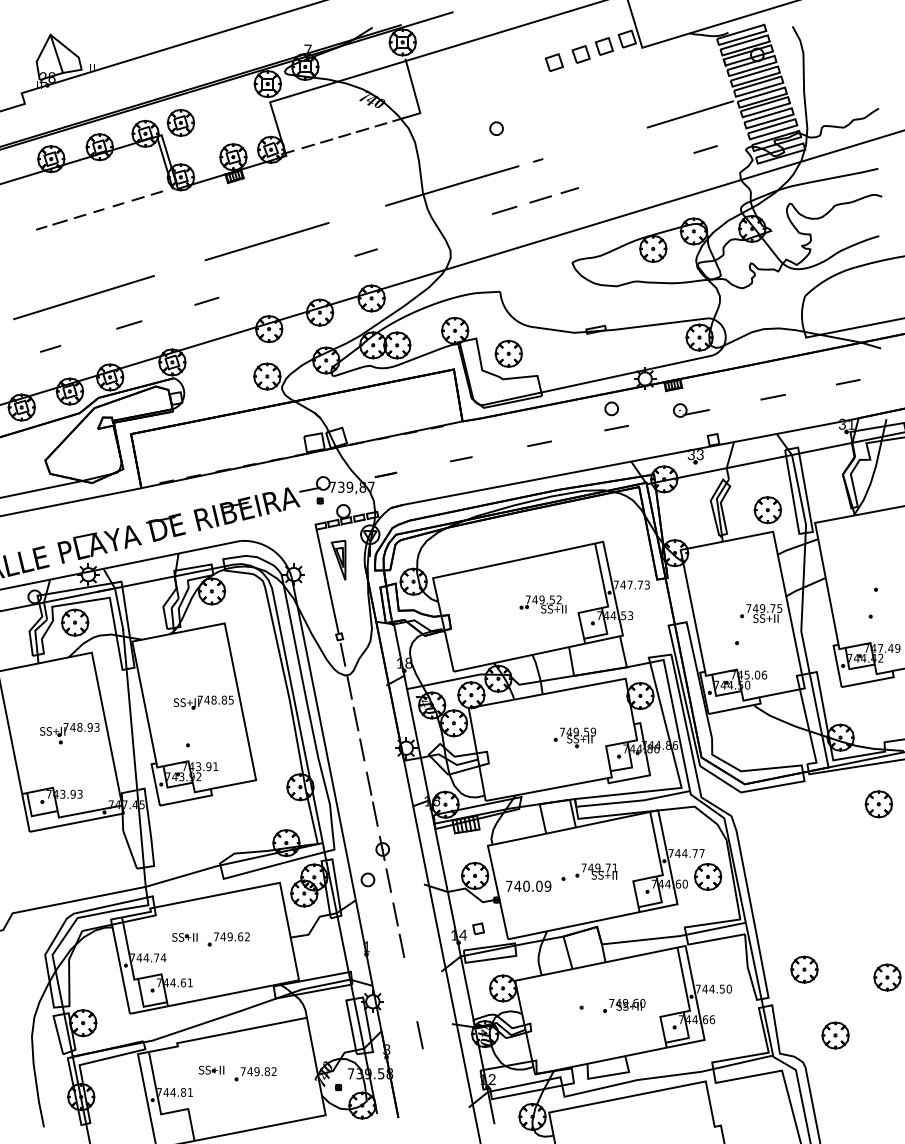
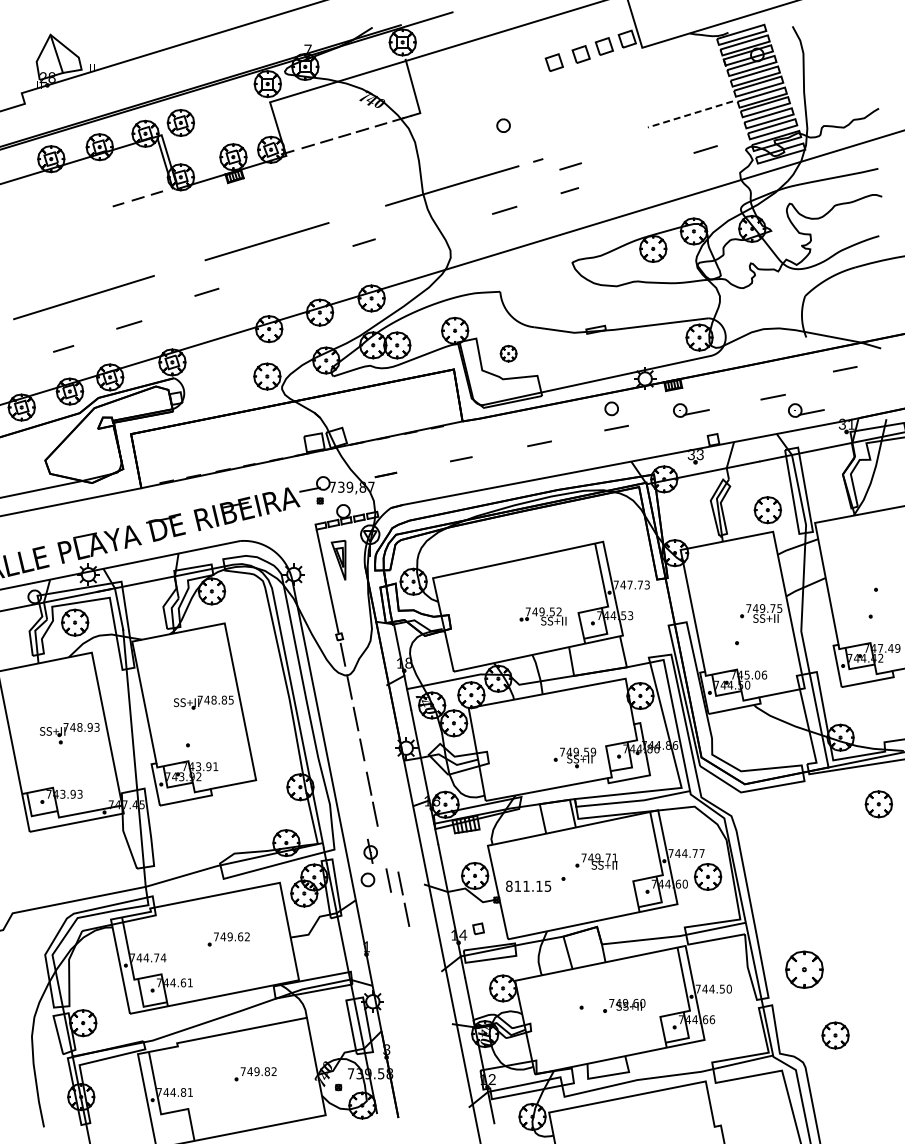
line at (690, 114): solid -> dashed
part at (496, 128) position: (496, 128) -> (503, 125)
line at (540, 199) position: (540, 199) -> (570, 166)
part at (70, 219): present -> none
line at (365, 252) position: (365, 252) -> (363, 242)
line at (206, 300) position: (206, 300) -> (206, 291)
line at (853, 327): present -> none
line at (50, 348) position: (50, 348) -> (63, 348)
part at (508, 353) size: 29x29 px -> 19x19 px
line at (848, 382) position: (848, 382) -> (845, 369)
part at (806, 410): none -> present
part at (542, 604) position: (542, 604) -> (542, 616)
part at (574, 737) position: (574, 737) -> (574, 757)
part at (382, 847) position: (382, 847) -> (370, 850)
part at (596, 871) position: (596, 871) -> (596, 861)
text at (528, 885): 740.09 -> 811.15
line at (398, 926) position: (398, 926) -> (403, 895)
part at (184, 937): present -> none
part at (804, 969) size: 29x29 px -> 39x39 px
part at (887, 977): present -> none
line at (419, 1035): present -> none
part at (211, 1069): present -> none
